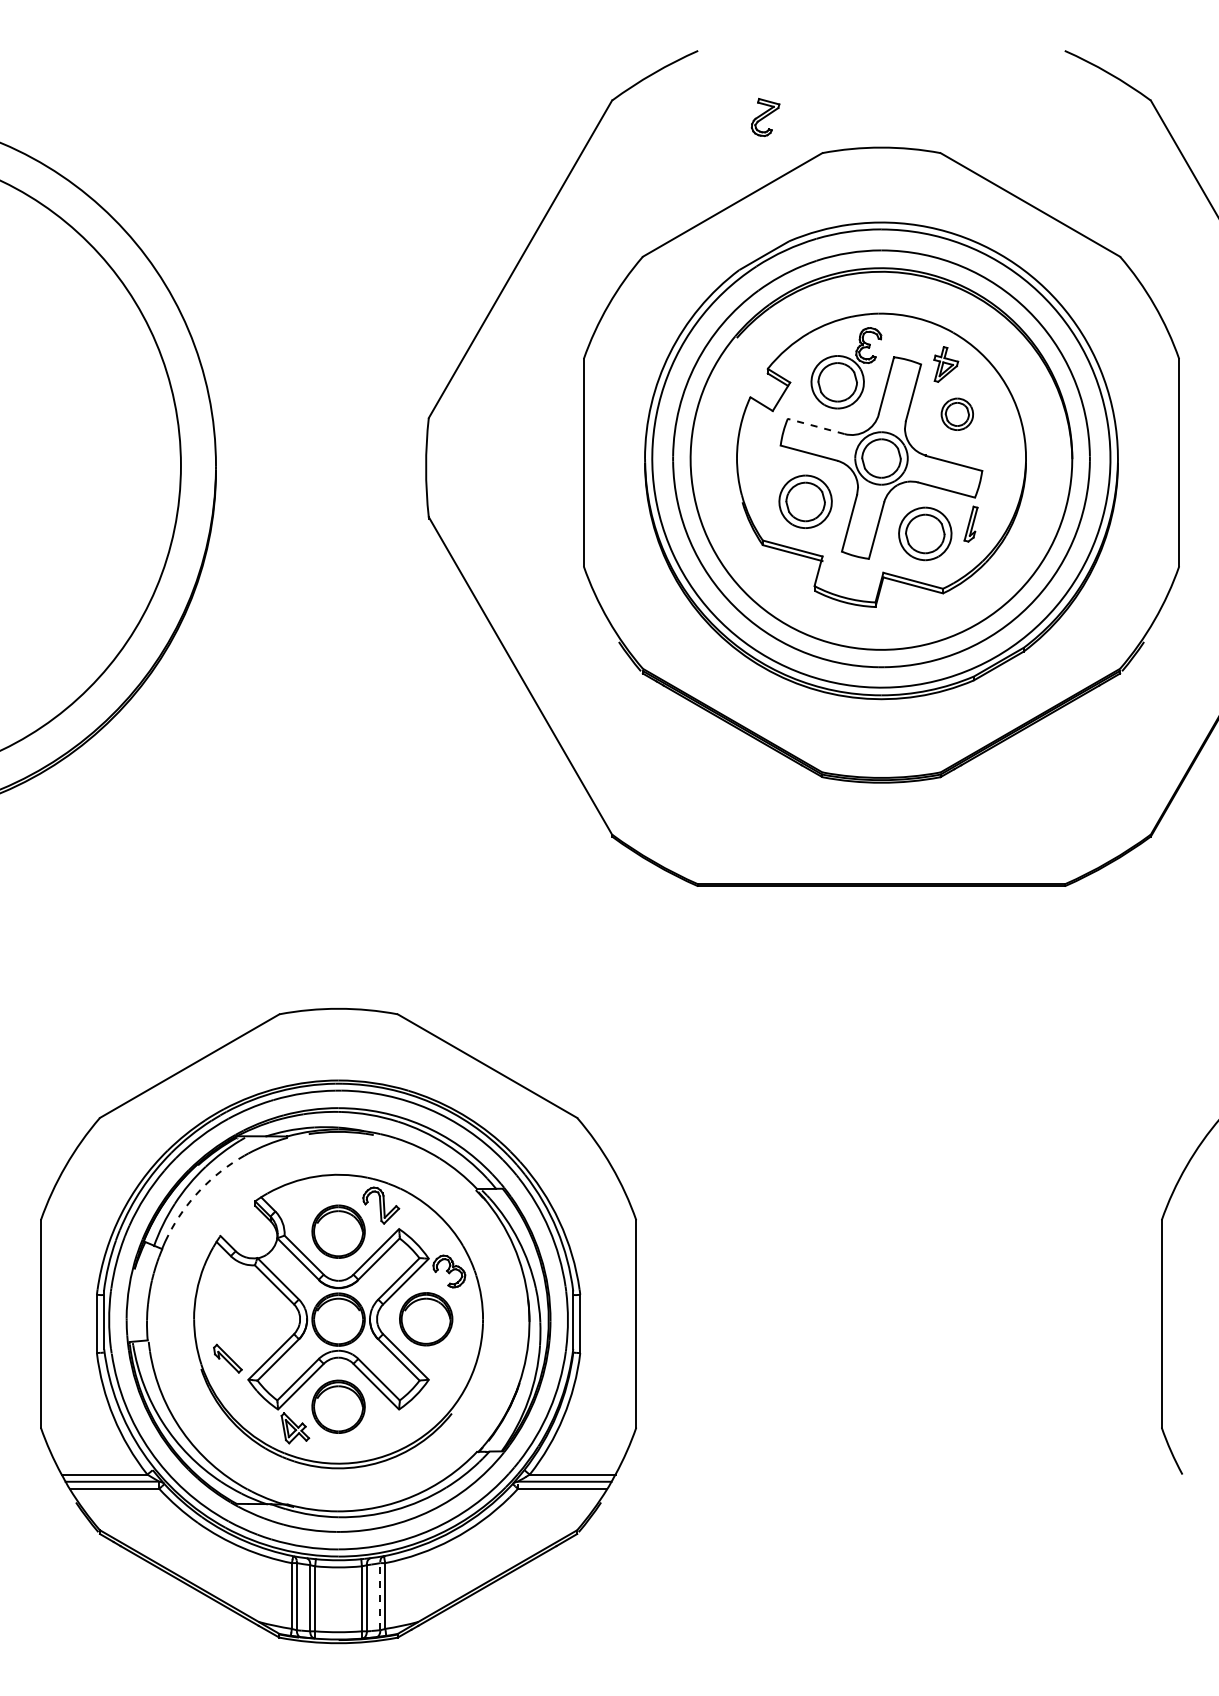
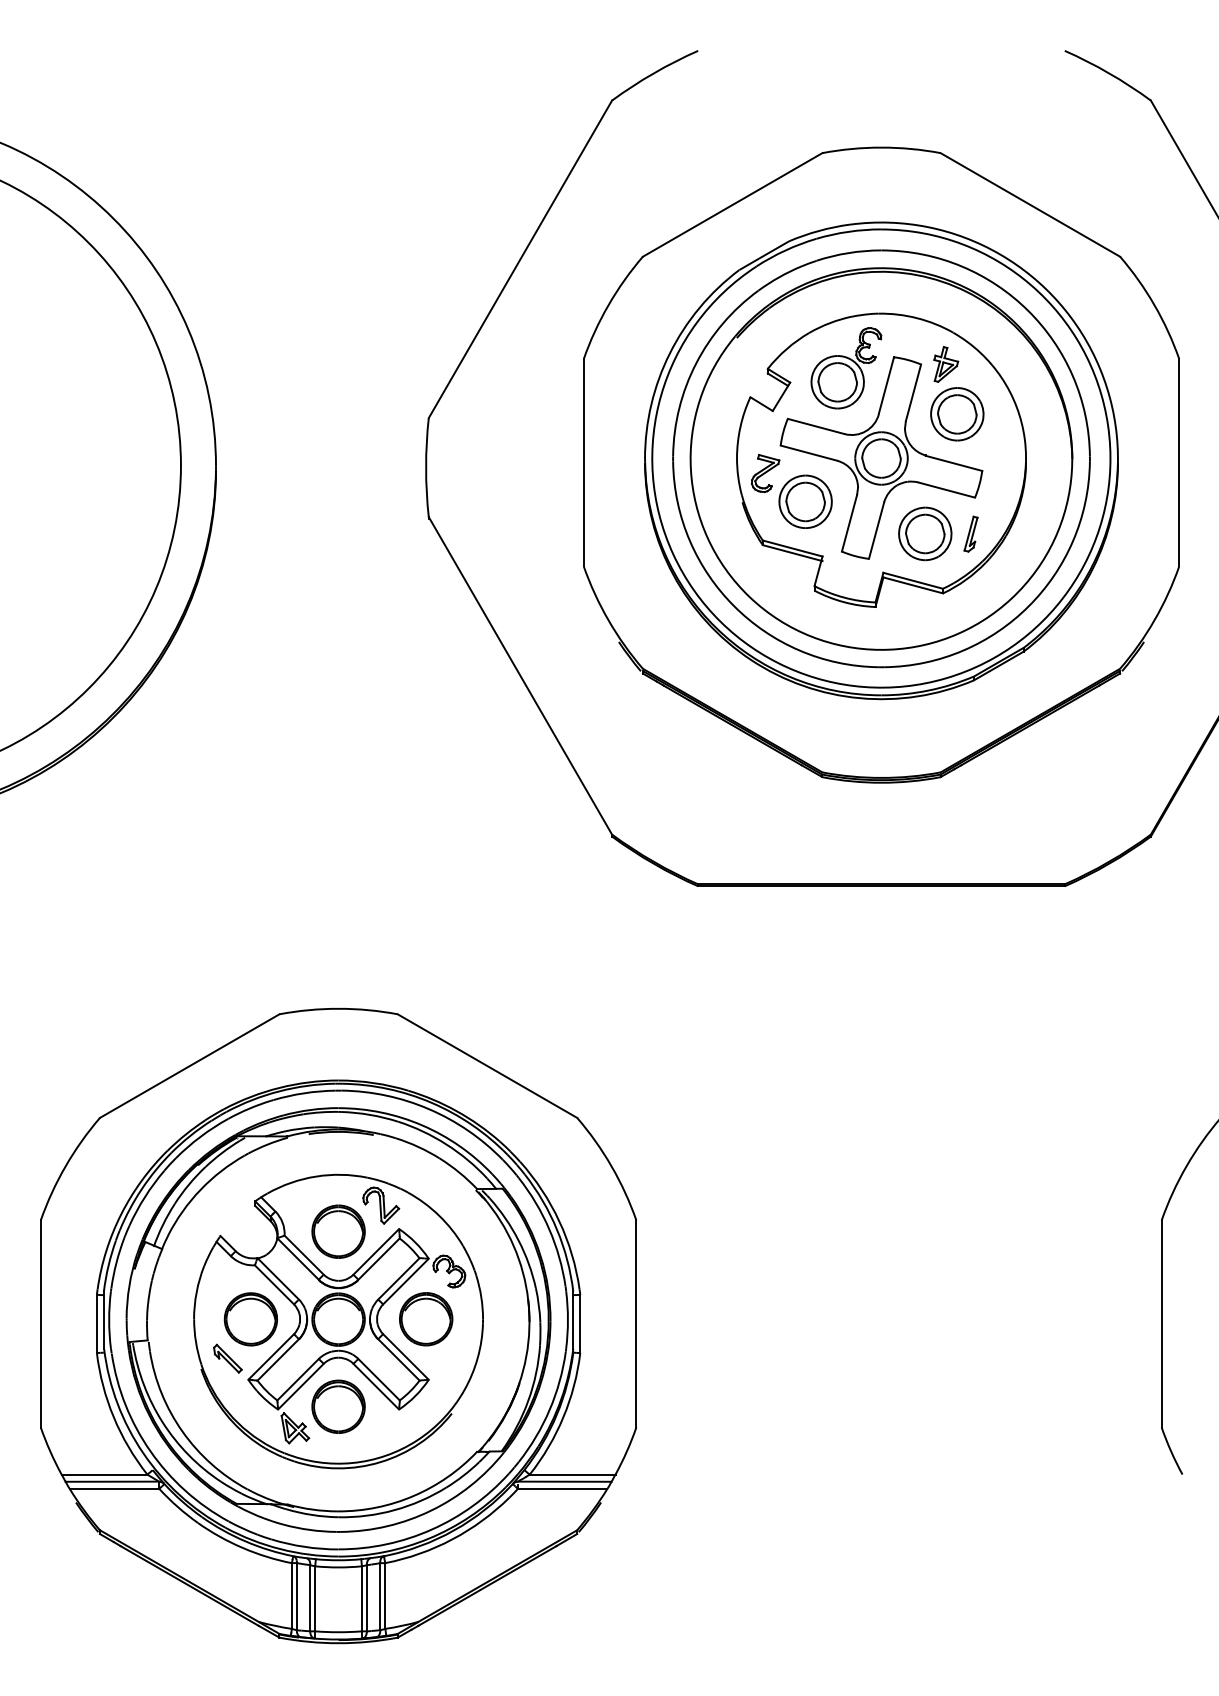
part at (765, 116) position: (765, 116) -> (765, 472)
part at (956, 413) size: 34x34 px -> 55x55 px
line at (815, 426): dashed -> solid
part at (970, 523) position: (970, 523) -> (970, 533)
arc at (200, 1189): dashed -> solid
part at (250, 1319): none -> present
line at (380, 1596): dashed -> solid
